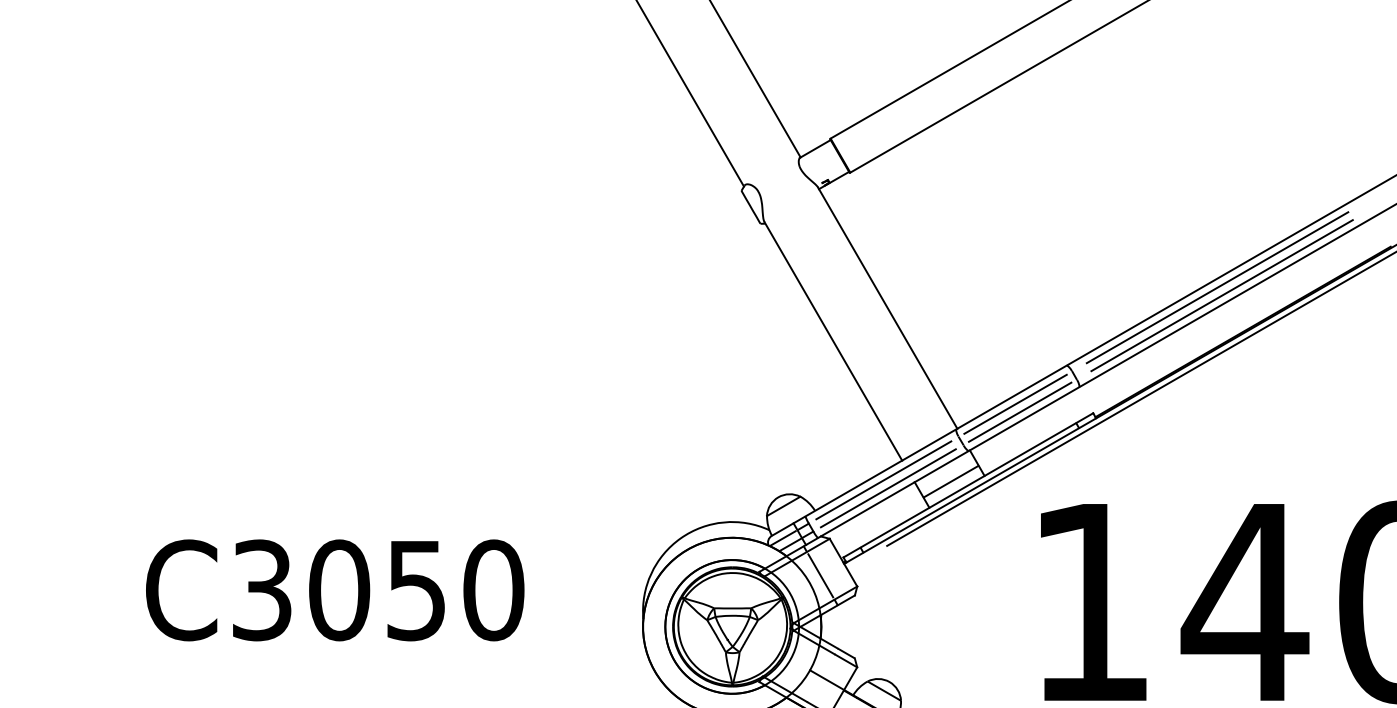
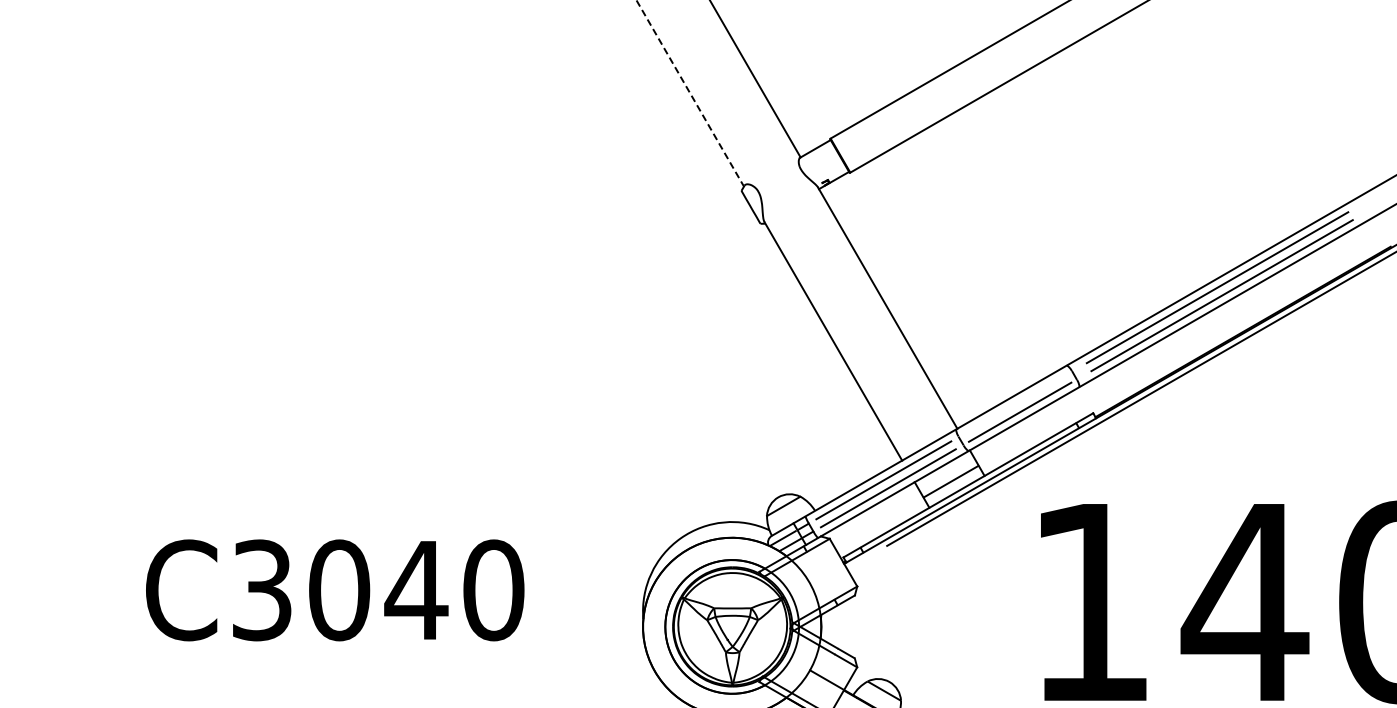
line at (690, 93): solid -> dashed
line at (1015, 403): present -> none
line at (820, 575): present -> none
text at (416, 591): C3050 -> C3040
